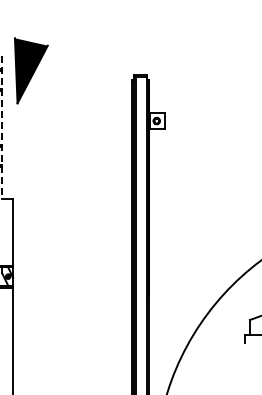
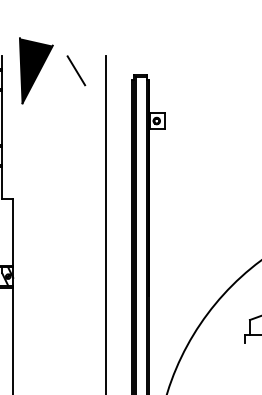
part at (31, 70) position: (31, 70) -> (36, 70)
line at (76, 70): none -> present
line at (1, 127): dashed -> solid
line at (105, 223): none -> present
